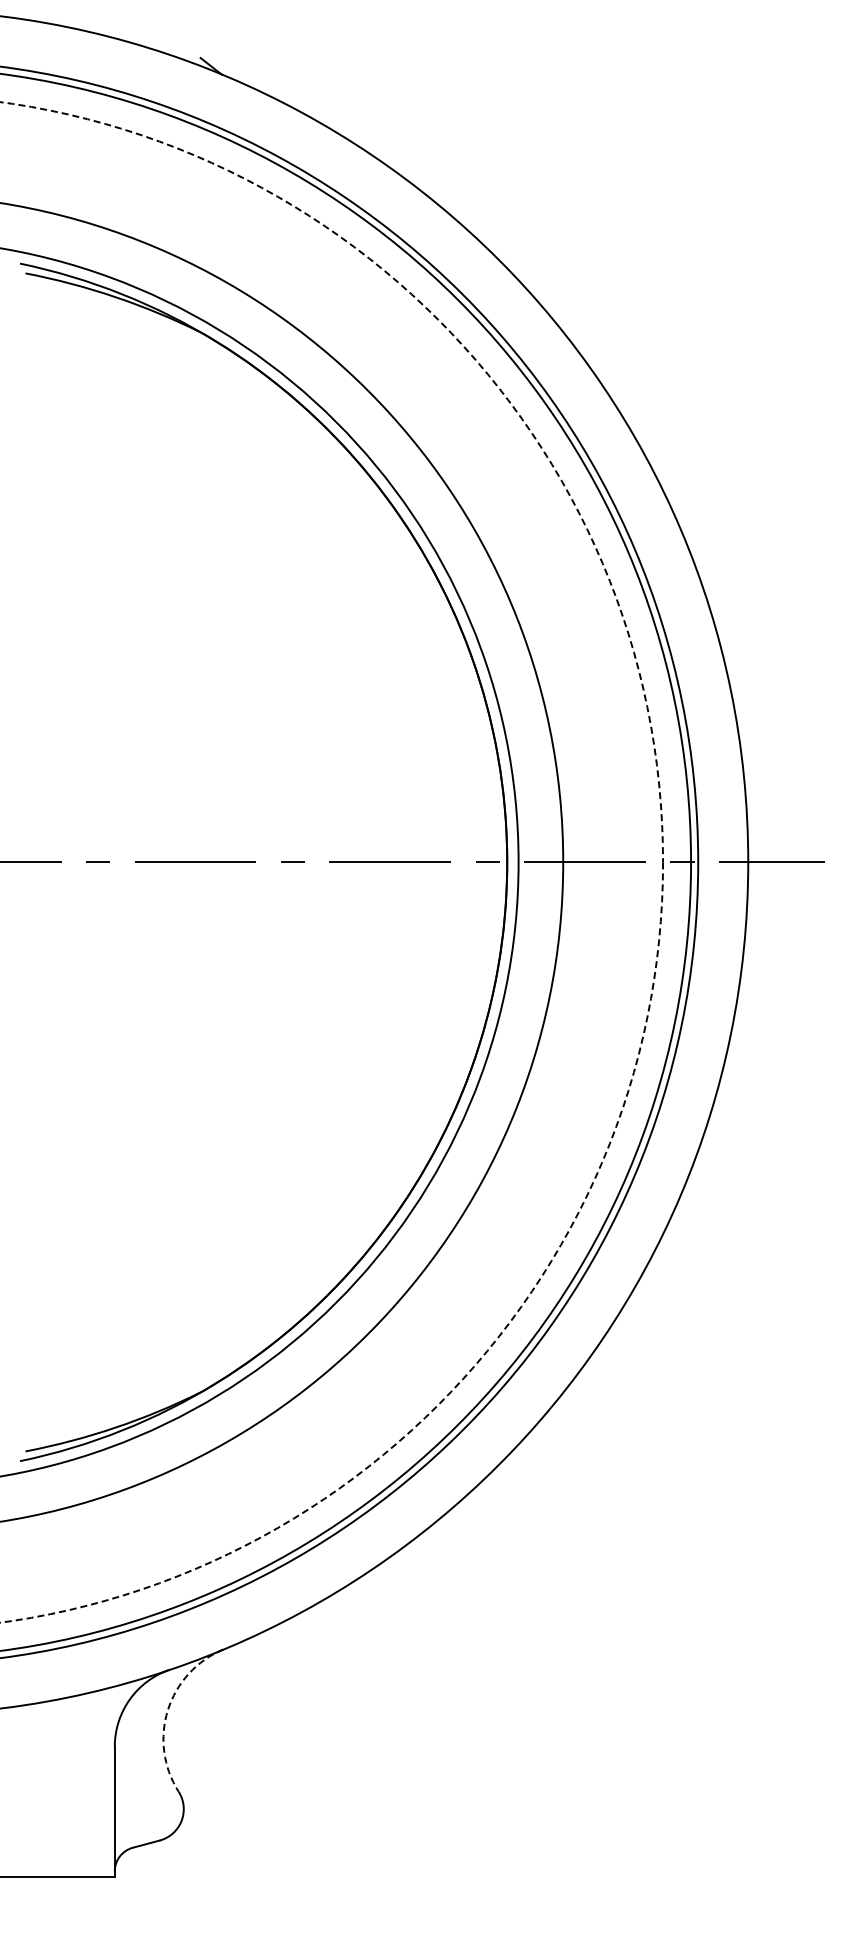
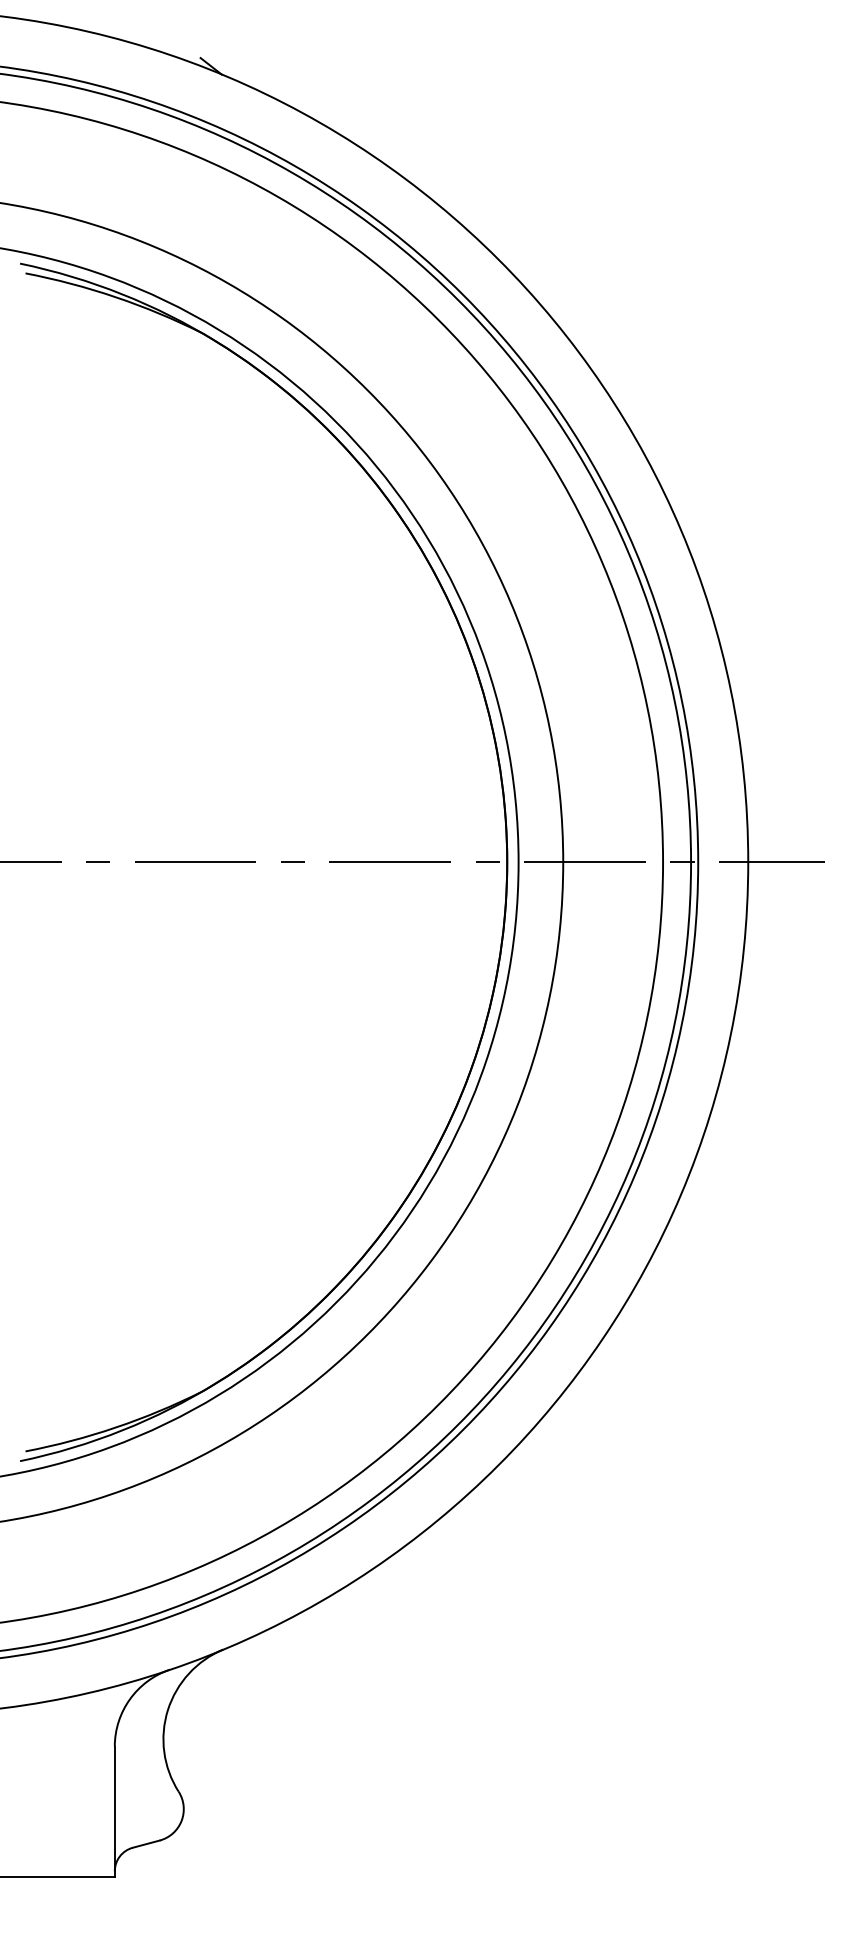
circle at (331, 862): dashed -> solid
arc at (167, 1710): dashed -> solid
